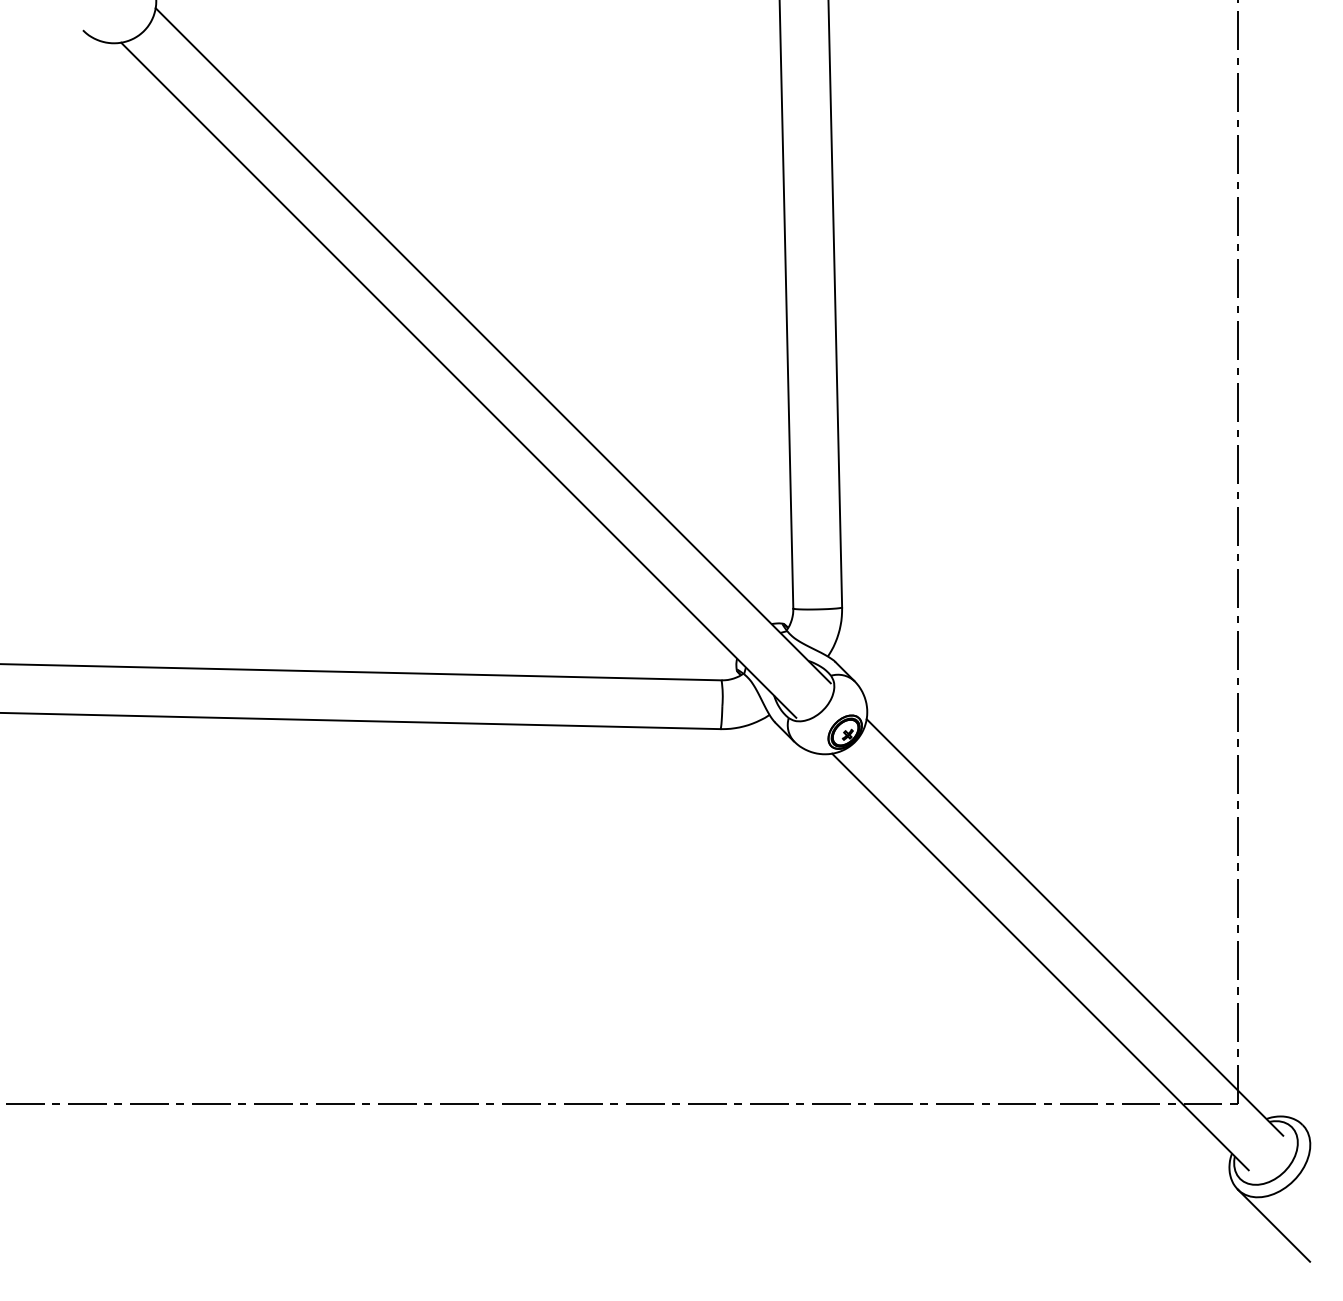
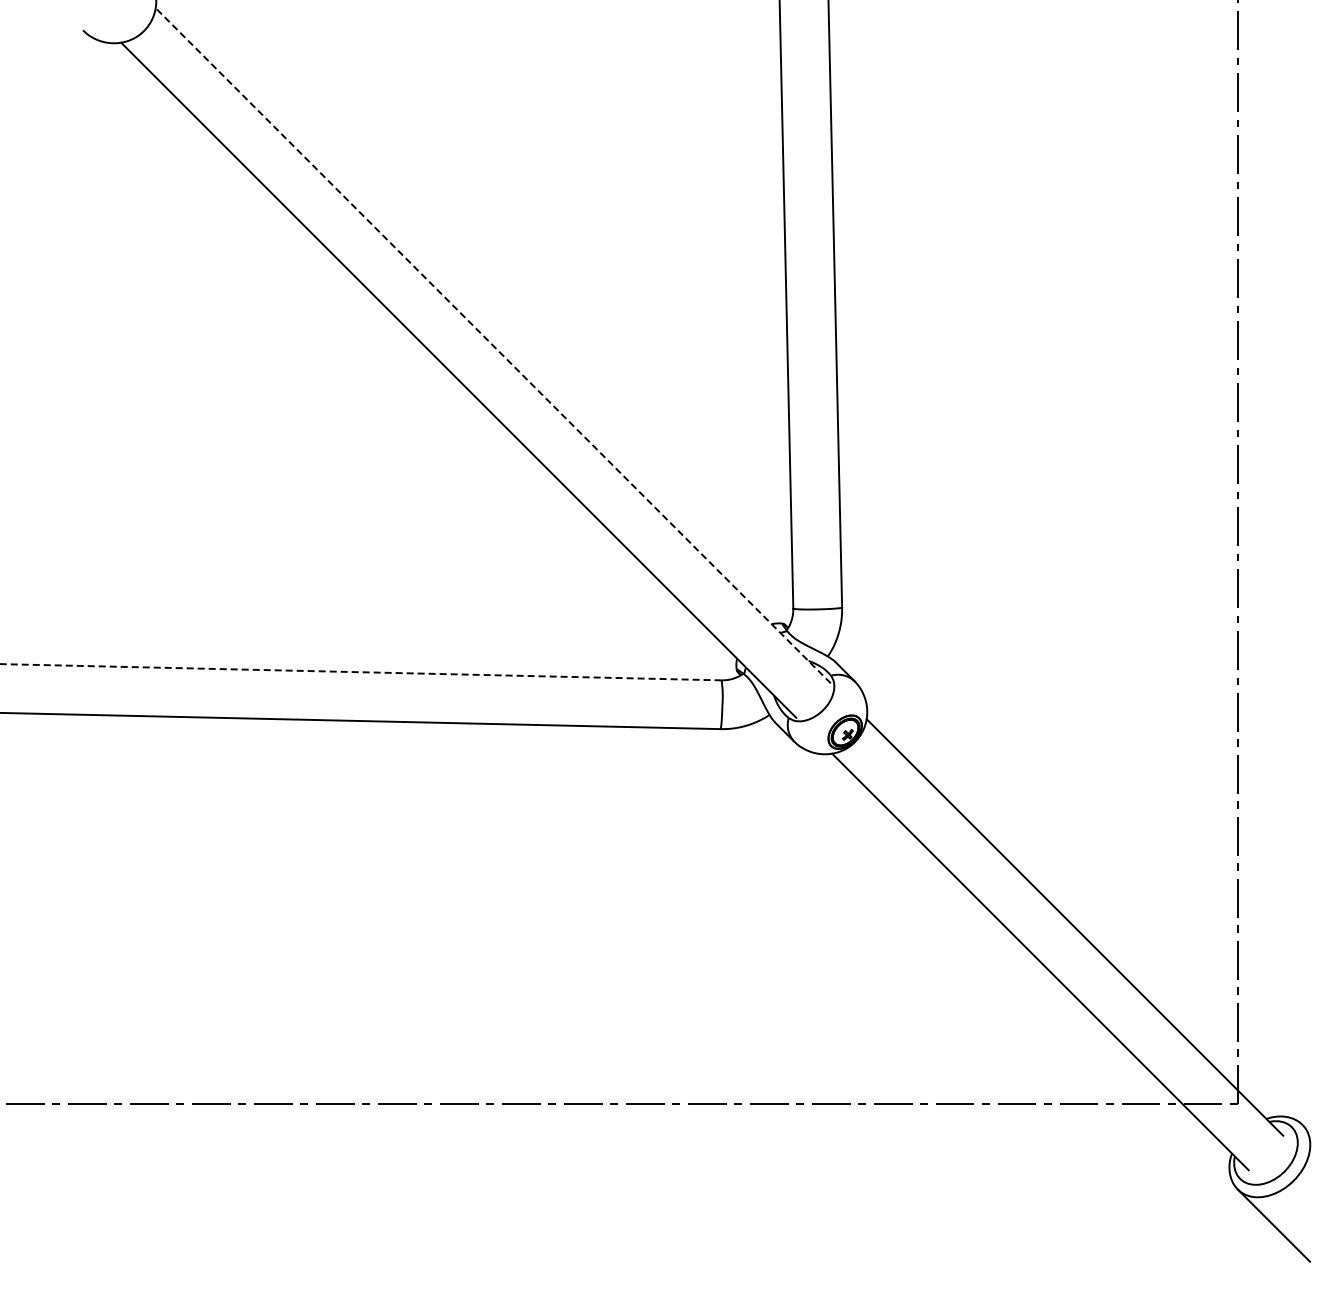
line at (492, 345): solid -> dashed
line at (360, 672): solid -> dashed
